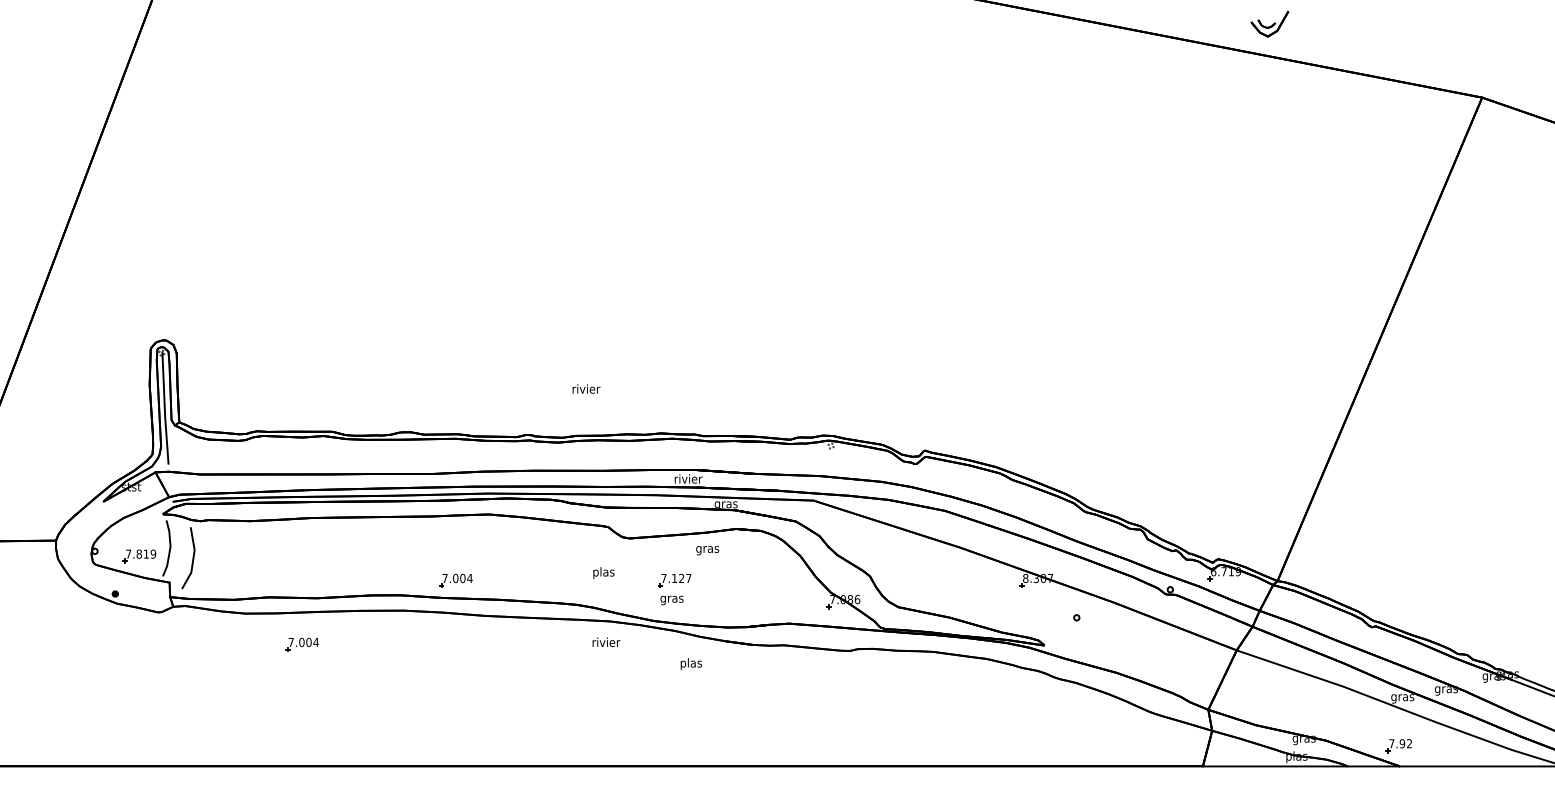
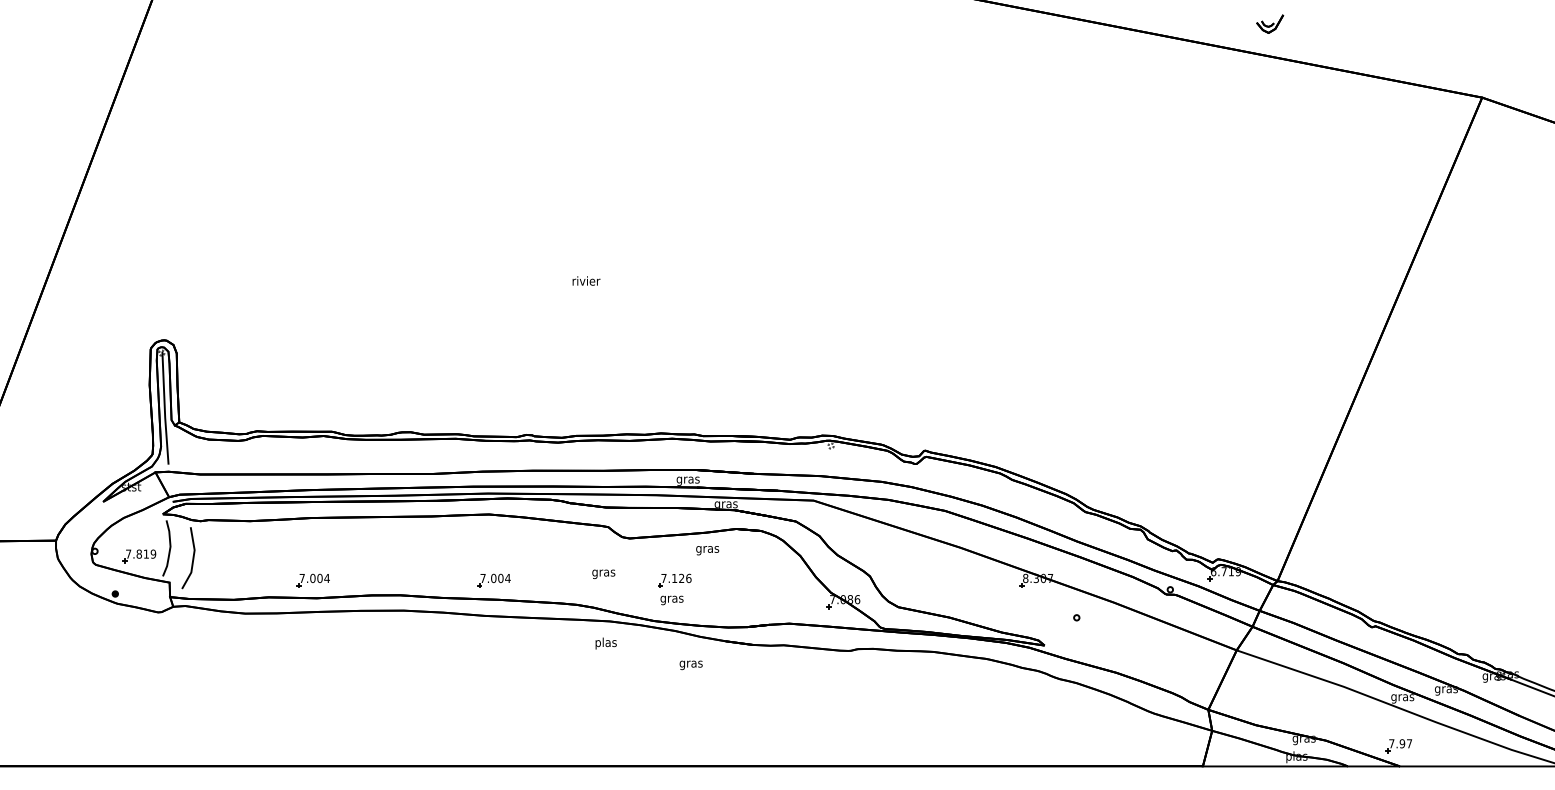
part at (1269, 24) size: 40x27 px -> 29x20 px
text at (586, 388) position: (586, 388) -> (586, 280)
text at (688, 479): rivier -> gras
text at (603, 572): plas -> gras
text at (688, 577): 7.127 -> 7.126
part at (455, 580) position: (455, 580) -> (493, 580)
text at (606, 643): rivier -> plas
part at (301, 644) position: (301, 644) -> (312, 580)
text at (690, 664): plas -> gras
text at (1409, 743): 7.92 -> 7.97
